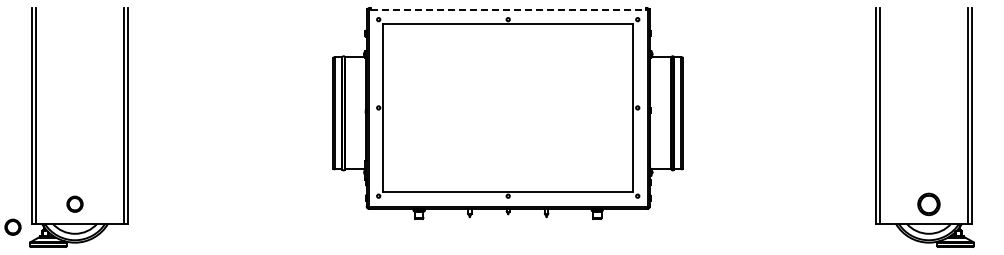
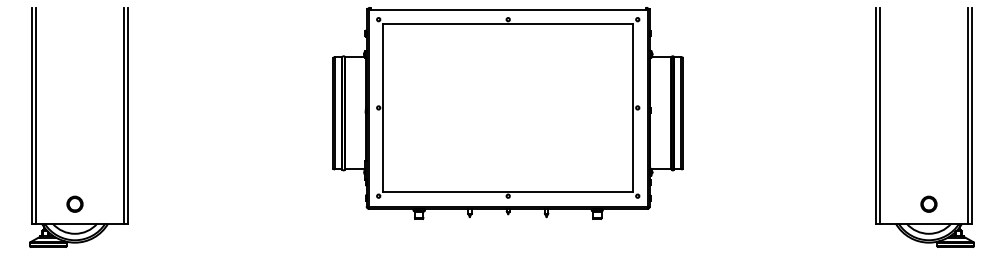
line at (508, 9): dashed -> solid
circle at (928, 204) size: 24x25 px -> 18x18 px
circle at (12, 226): present -> none
